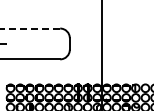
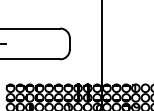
line at (30, 28): dashed -> solid
